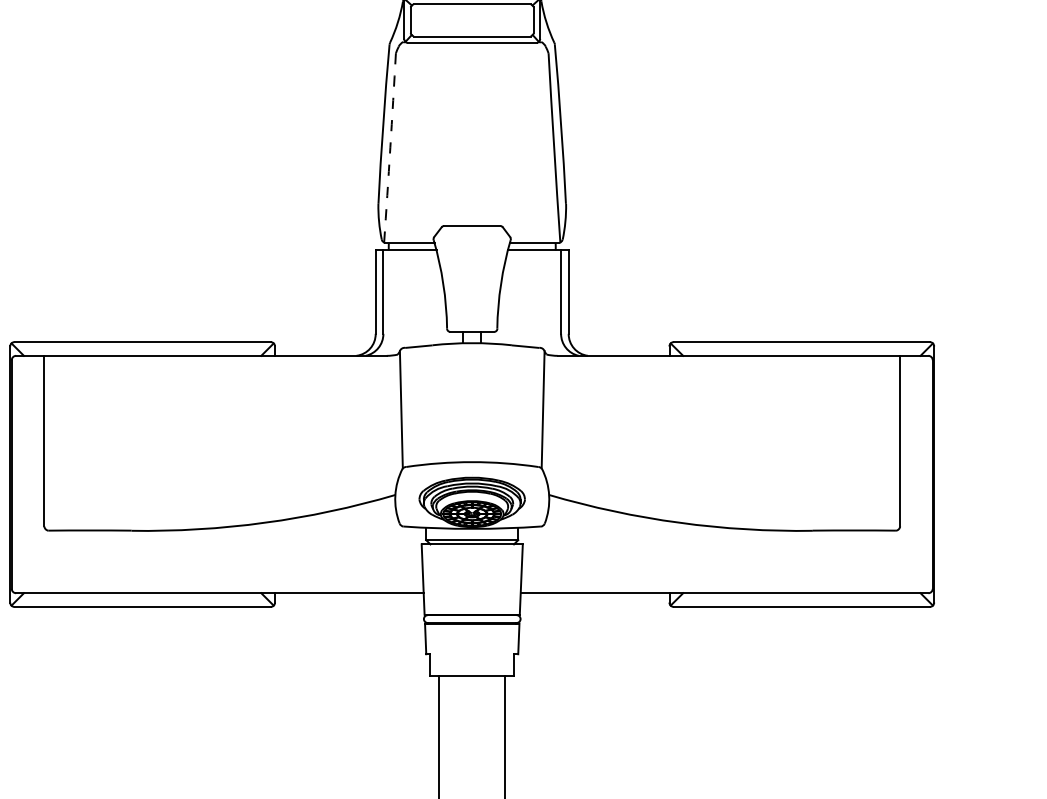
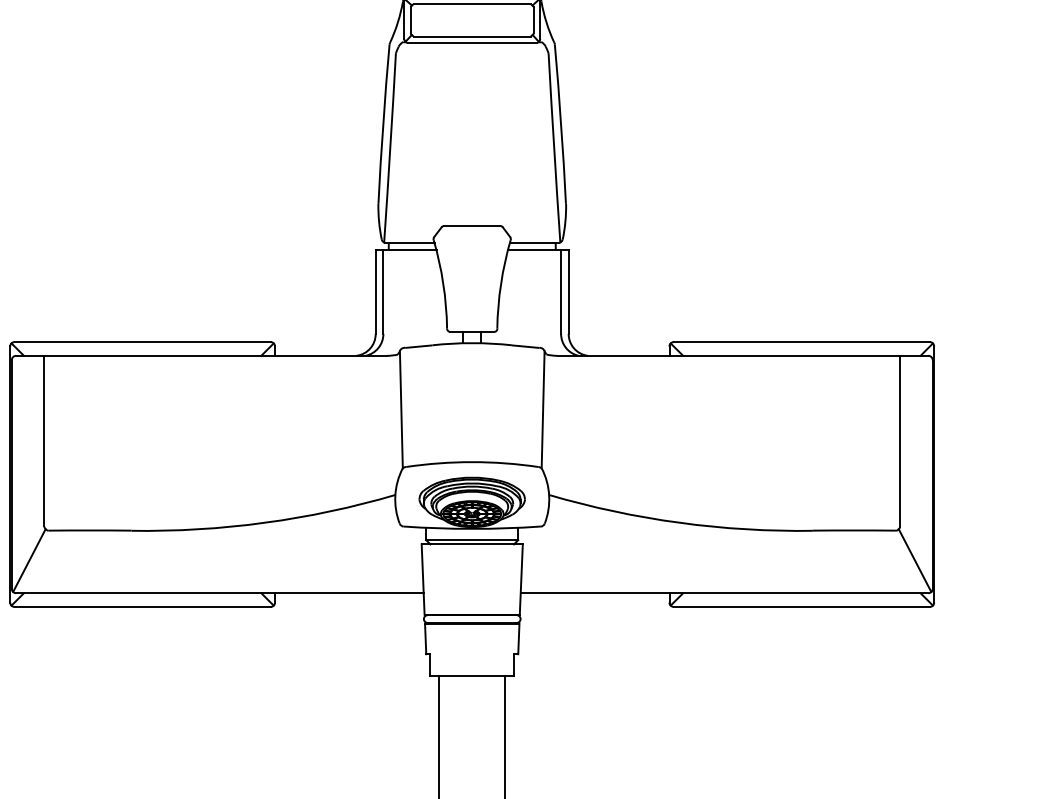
arc at (390, 147): dashed -> solid
line at (29, 560): none -> present
line at (914, 560): none -> present
